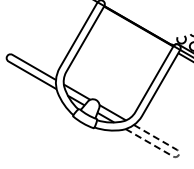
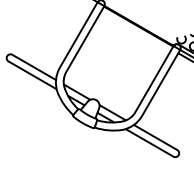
line at (177, 156): dashed -> solid
